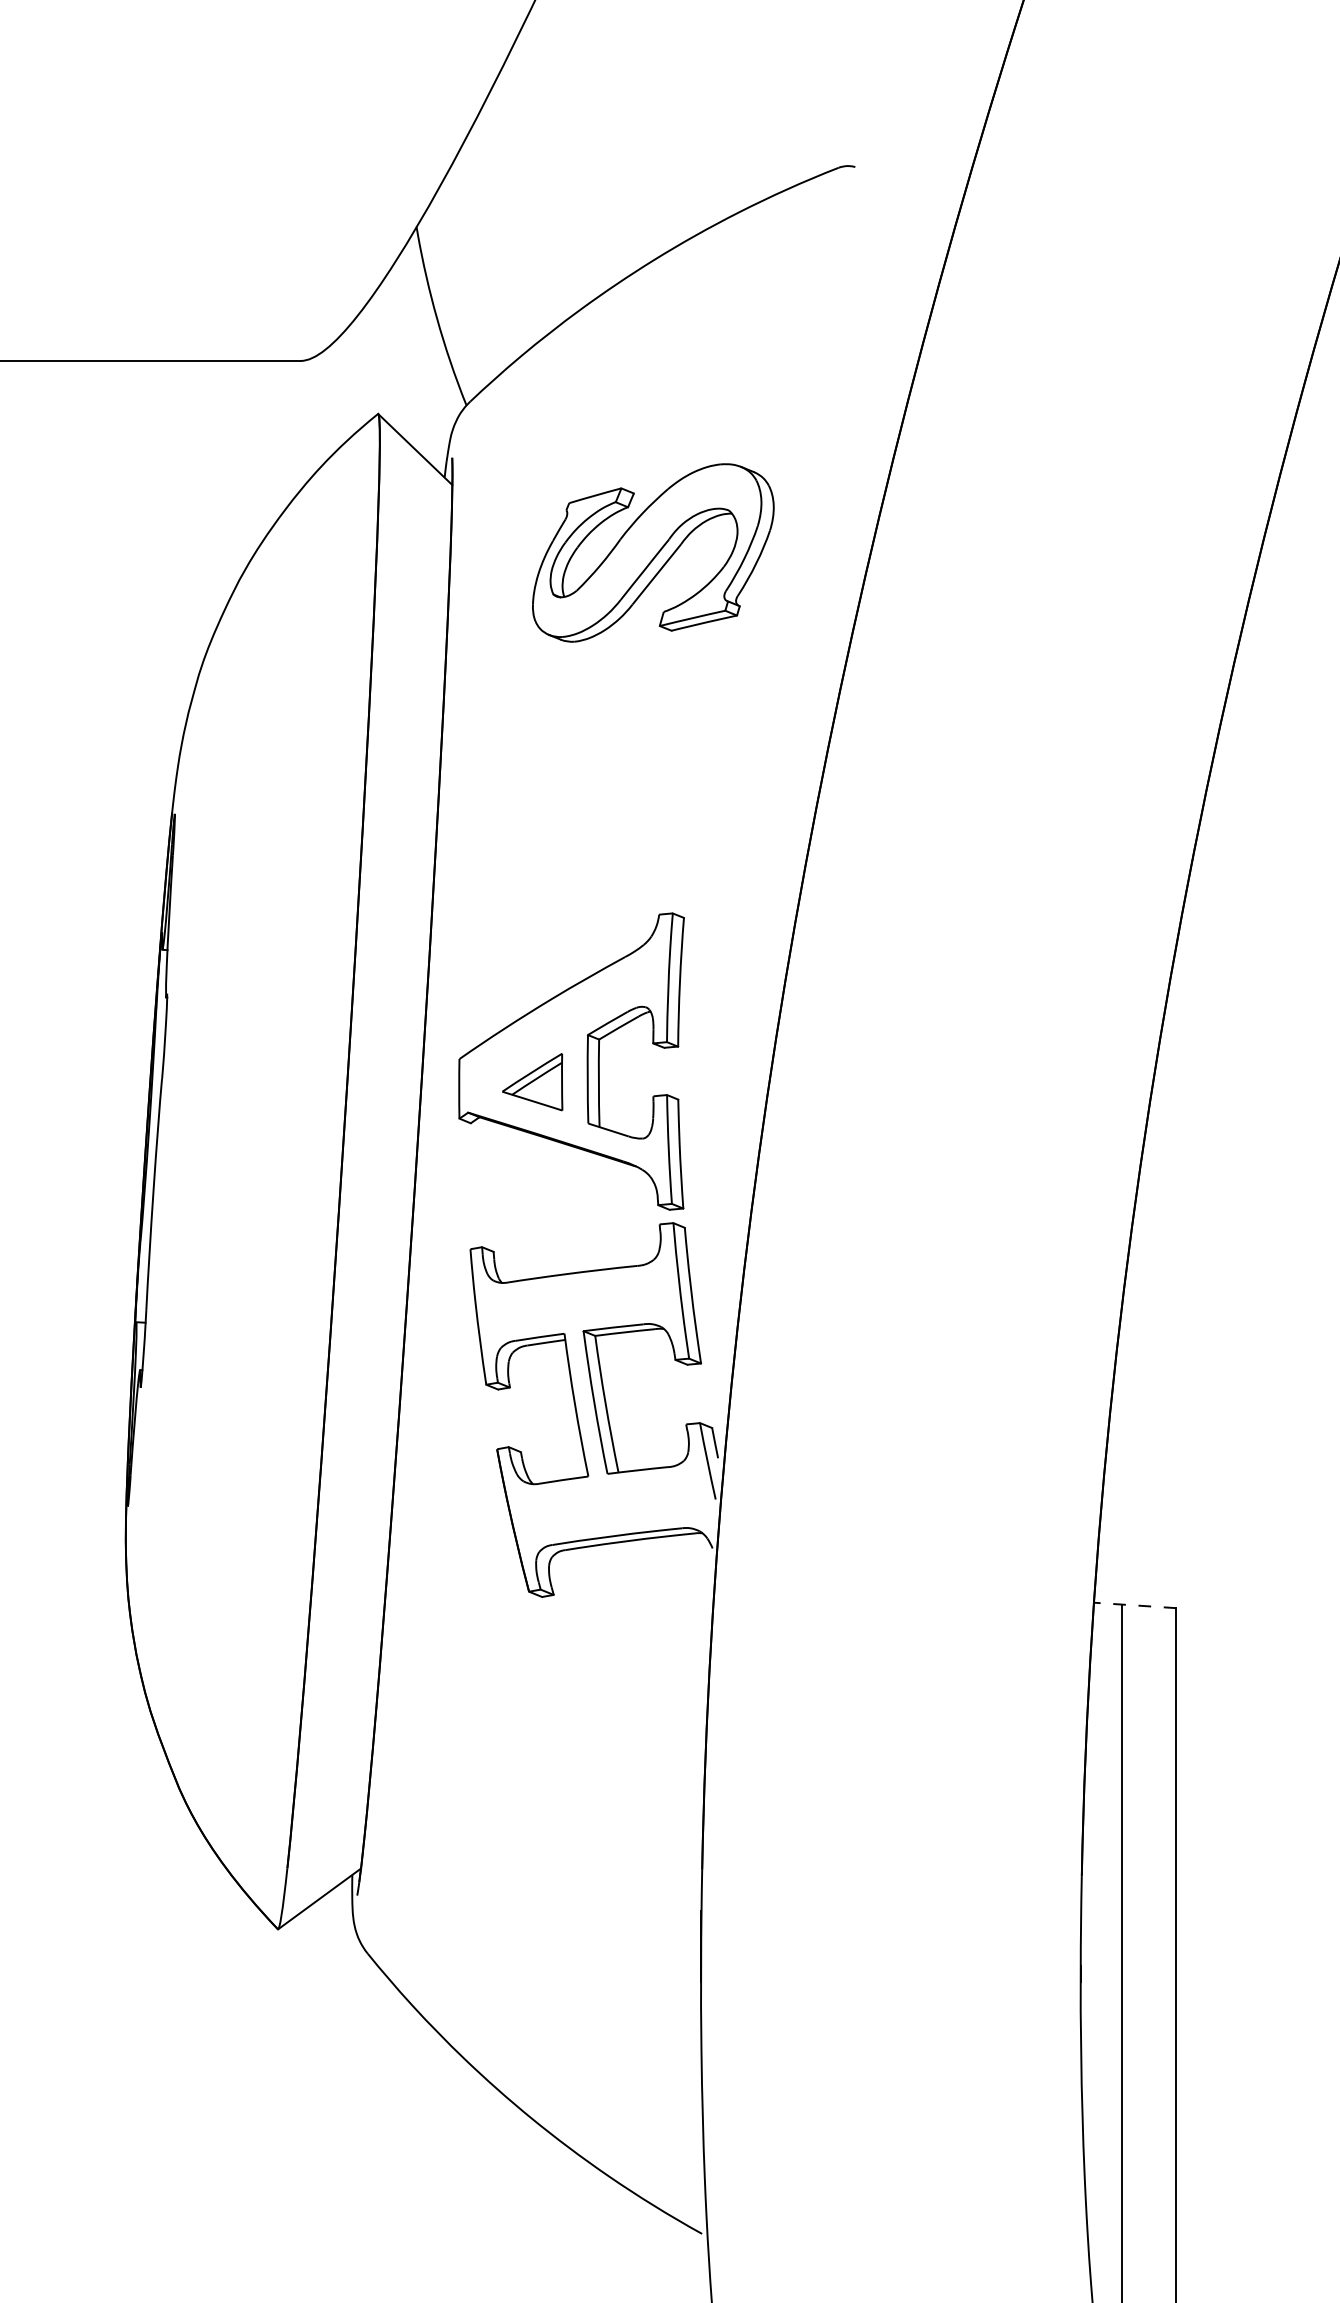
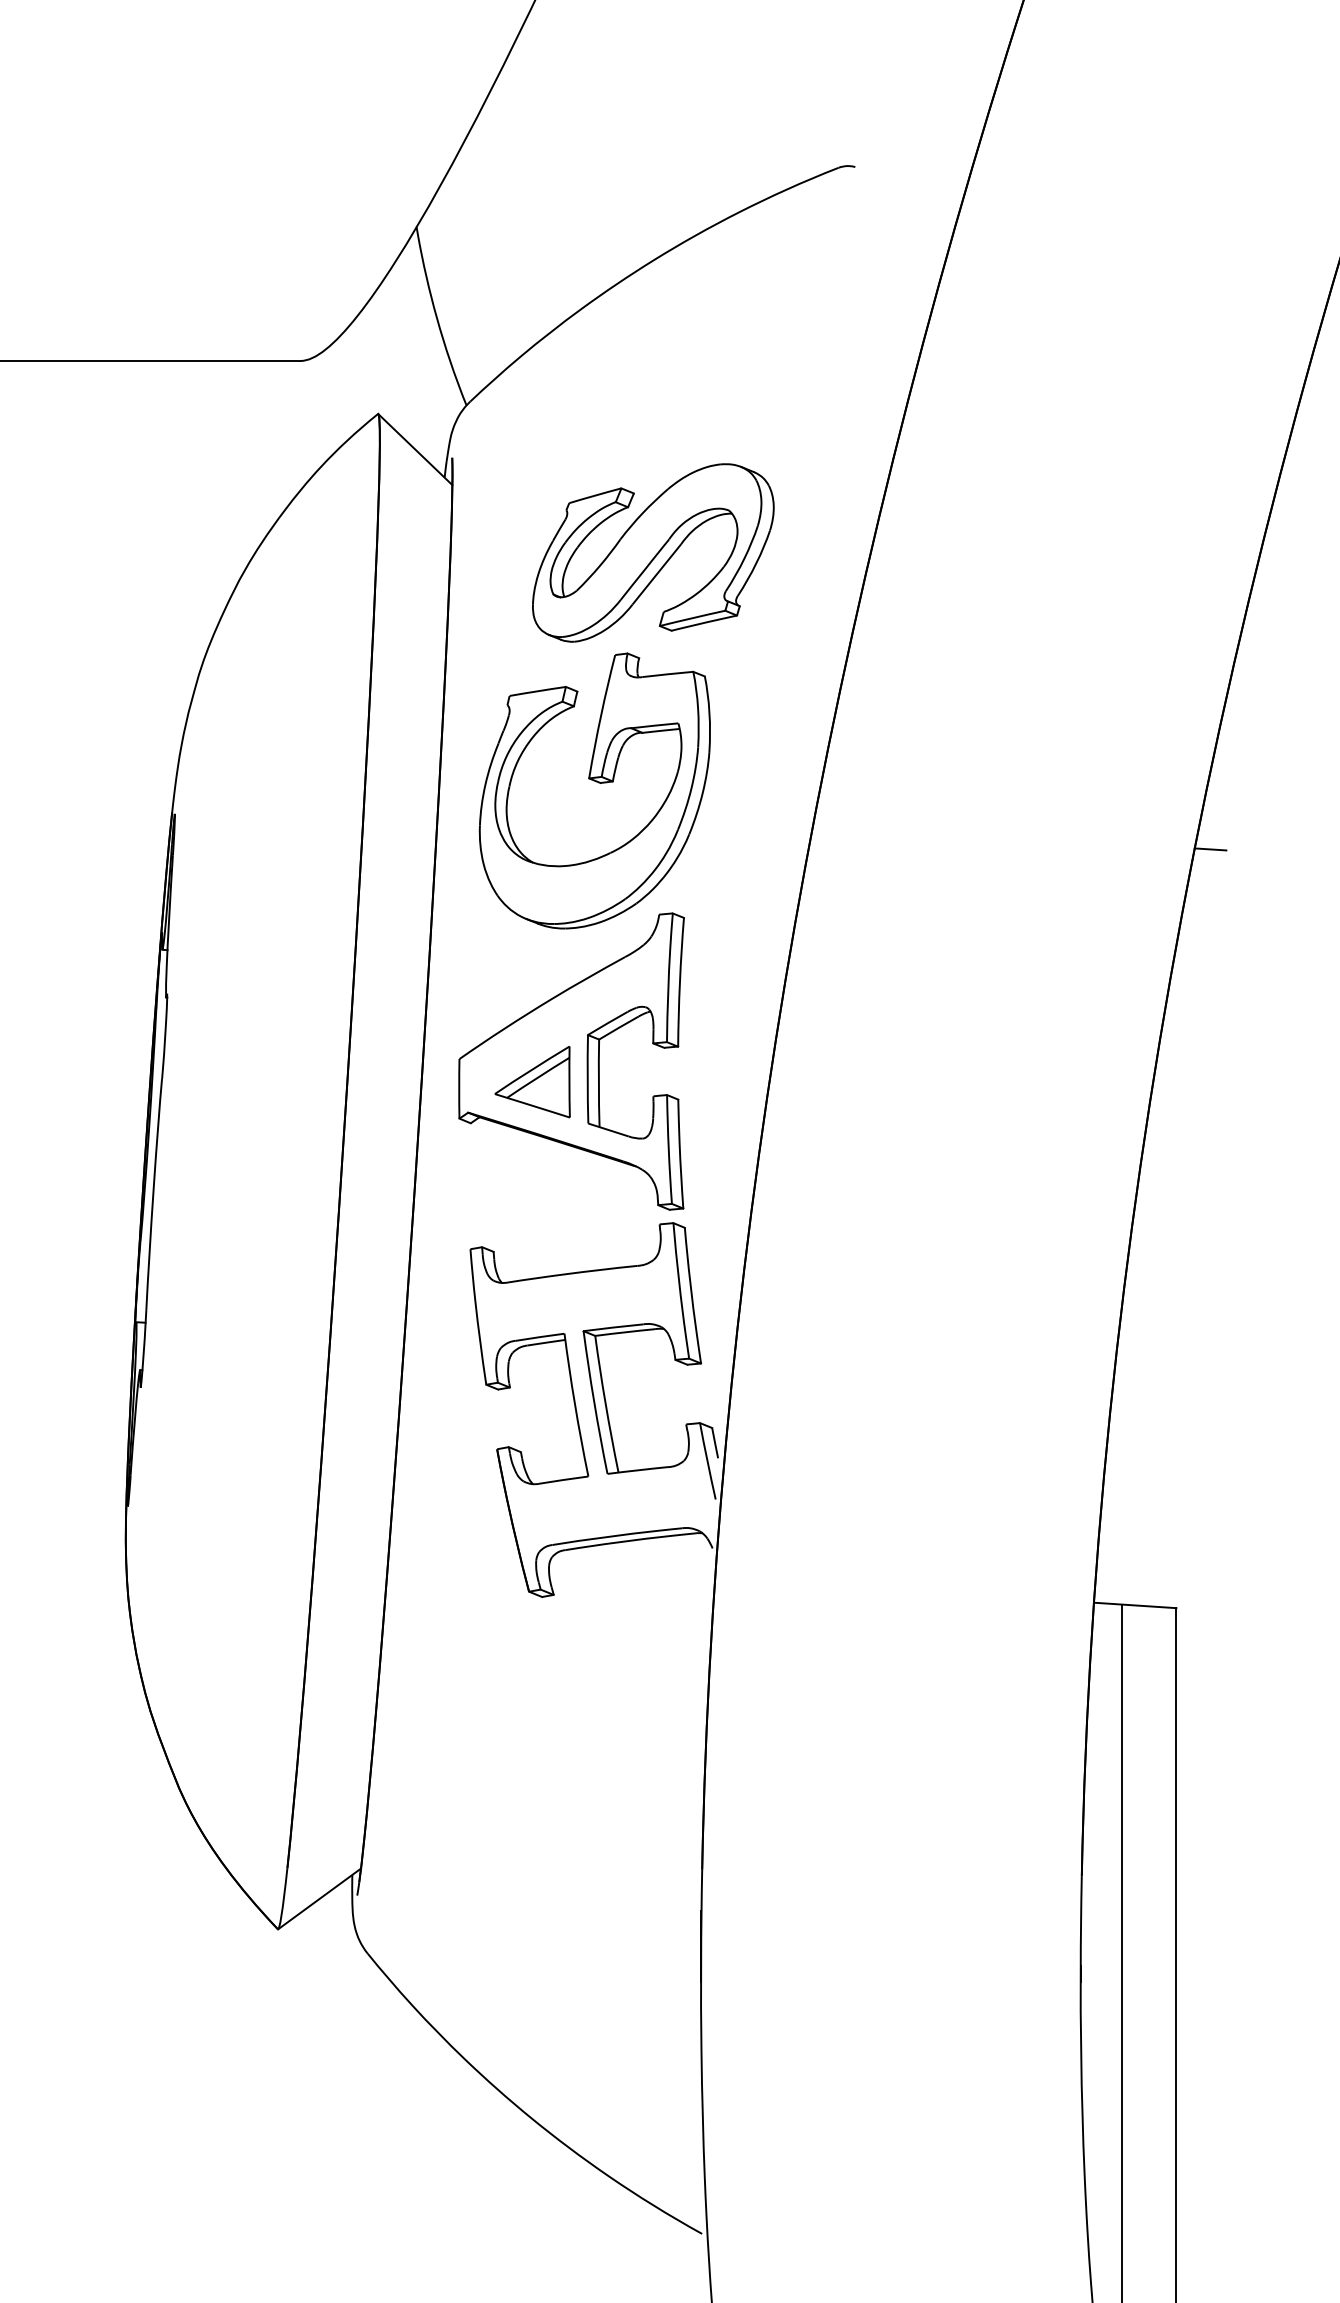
part at (598, 783): none -> present
line at (1210, 849): none -> present
part at (532, 1082) size: 62x59 px -> 77x73 px
line at (1134, 1605): dashed -> solid
